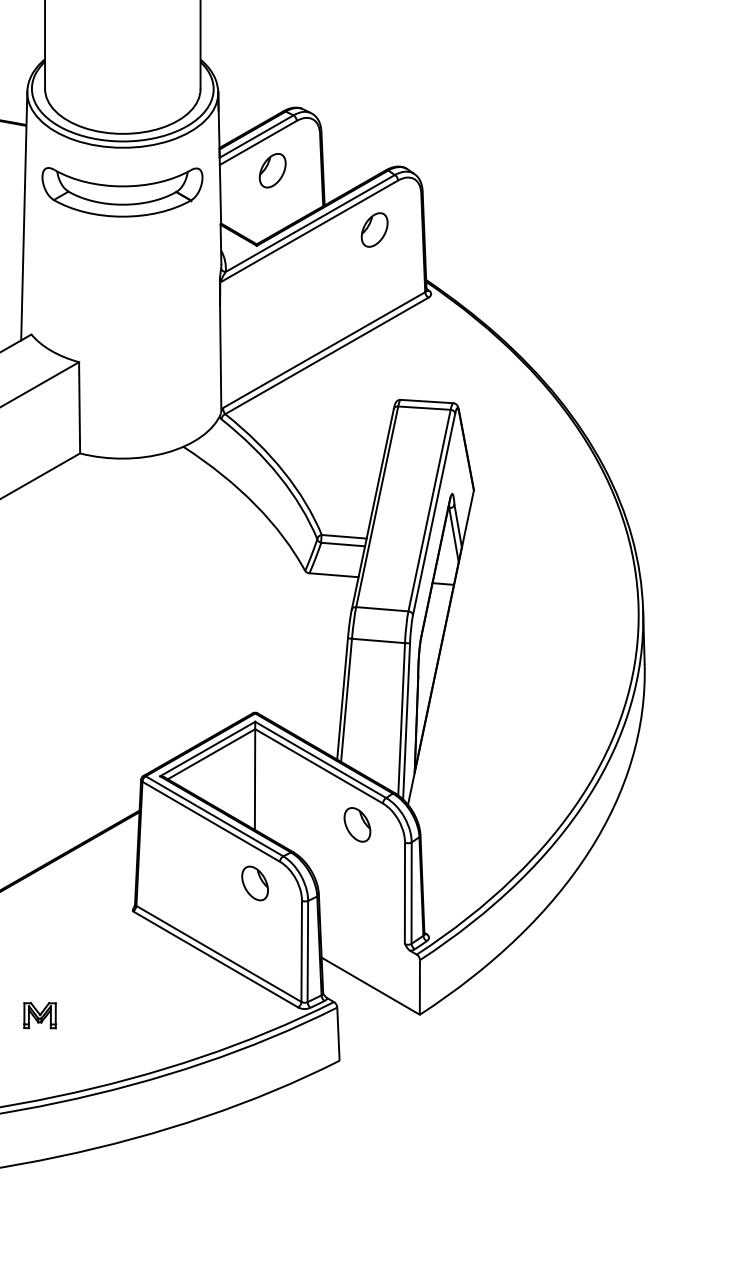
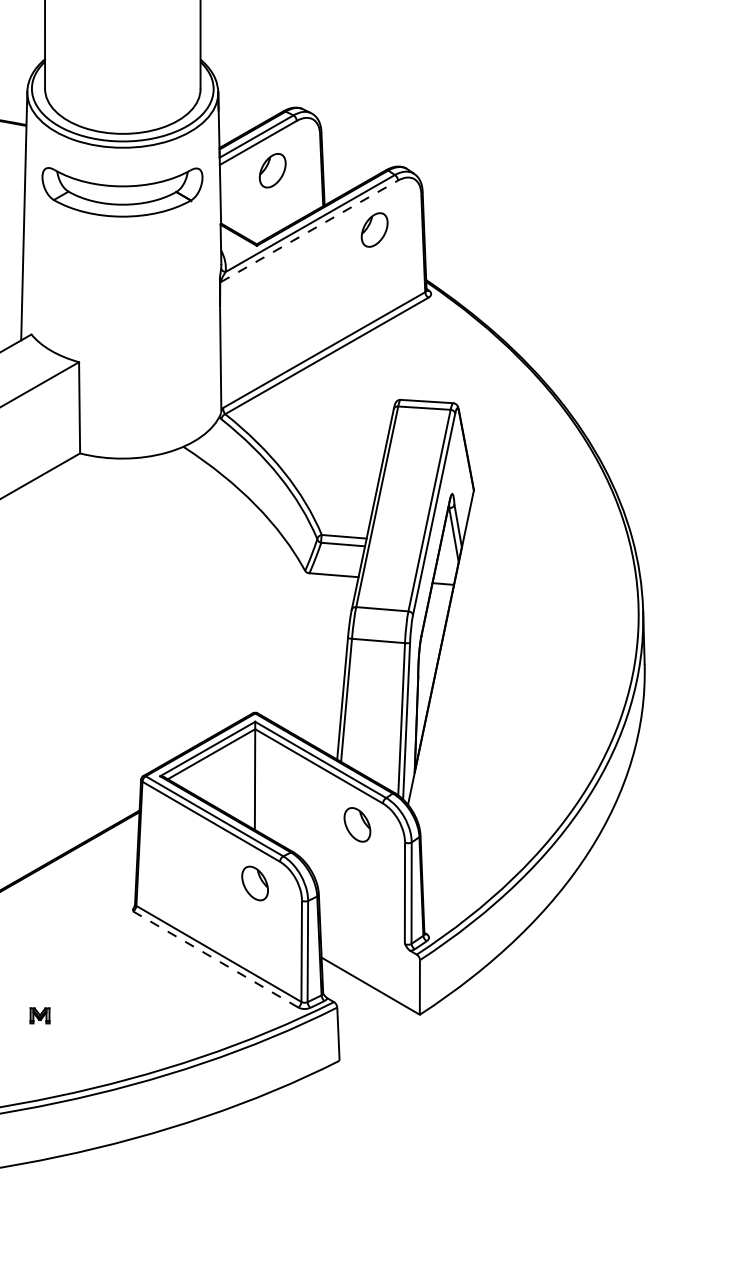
line at (309, 231): solid -> dashed
line at (215, 959): solid -> dashed
part at (39, 1015) size: 34x28 px -> 22x18 px
